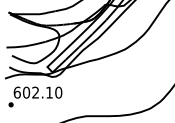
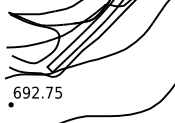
text at (42, 92): 602.10 -> 692.75
